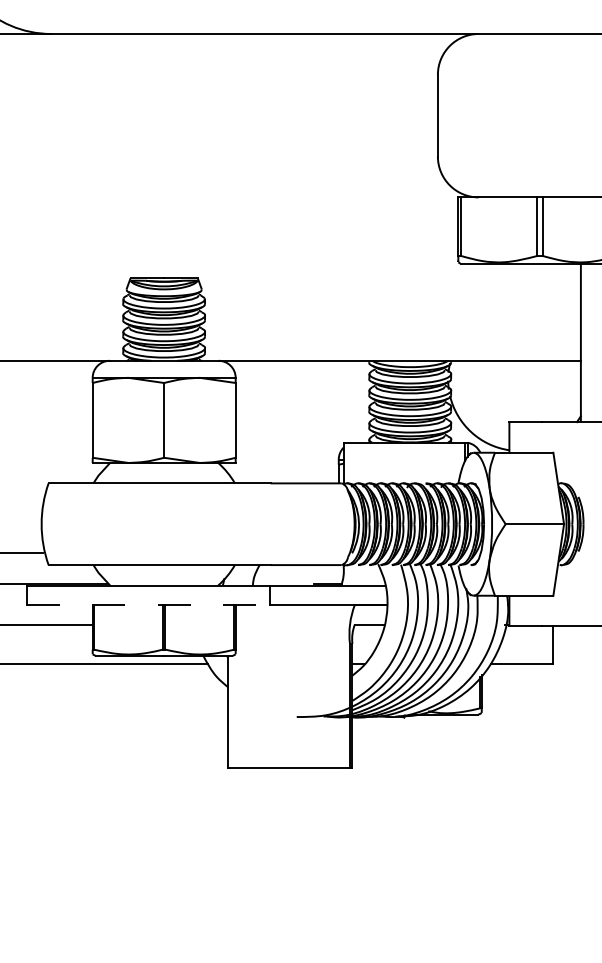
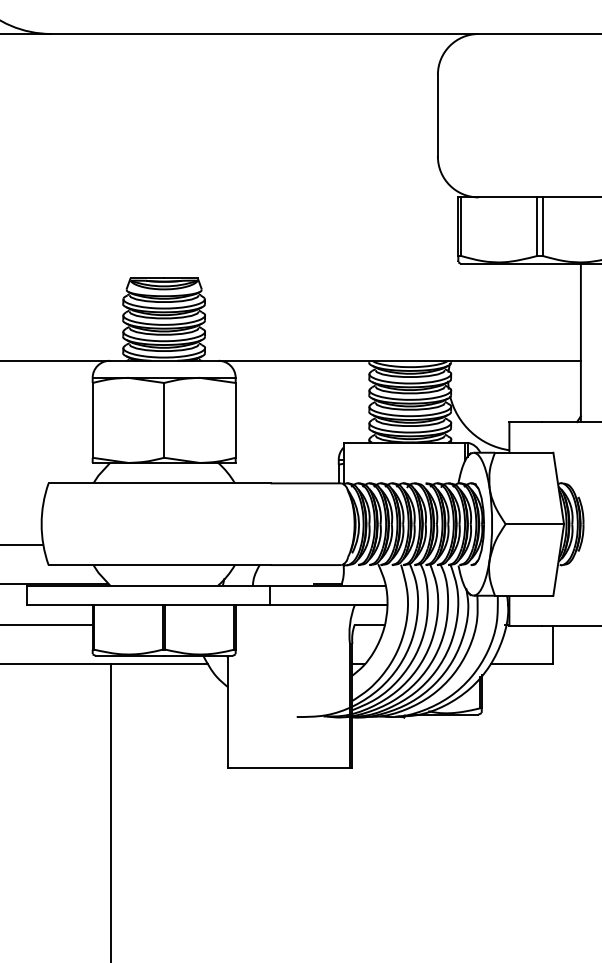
line at (22, 552) position: (22, 552) -> (22, 544)
line at (148, 605): dashed -> solid
line at (111, 811): none -> present
